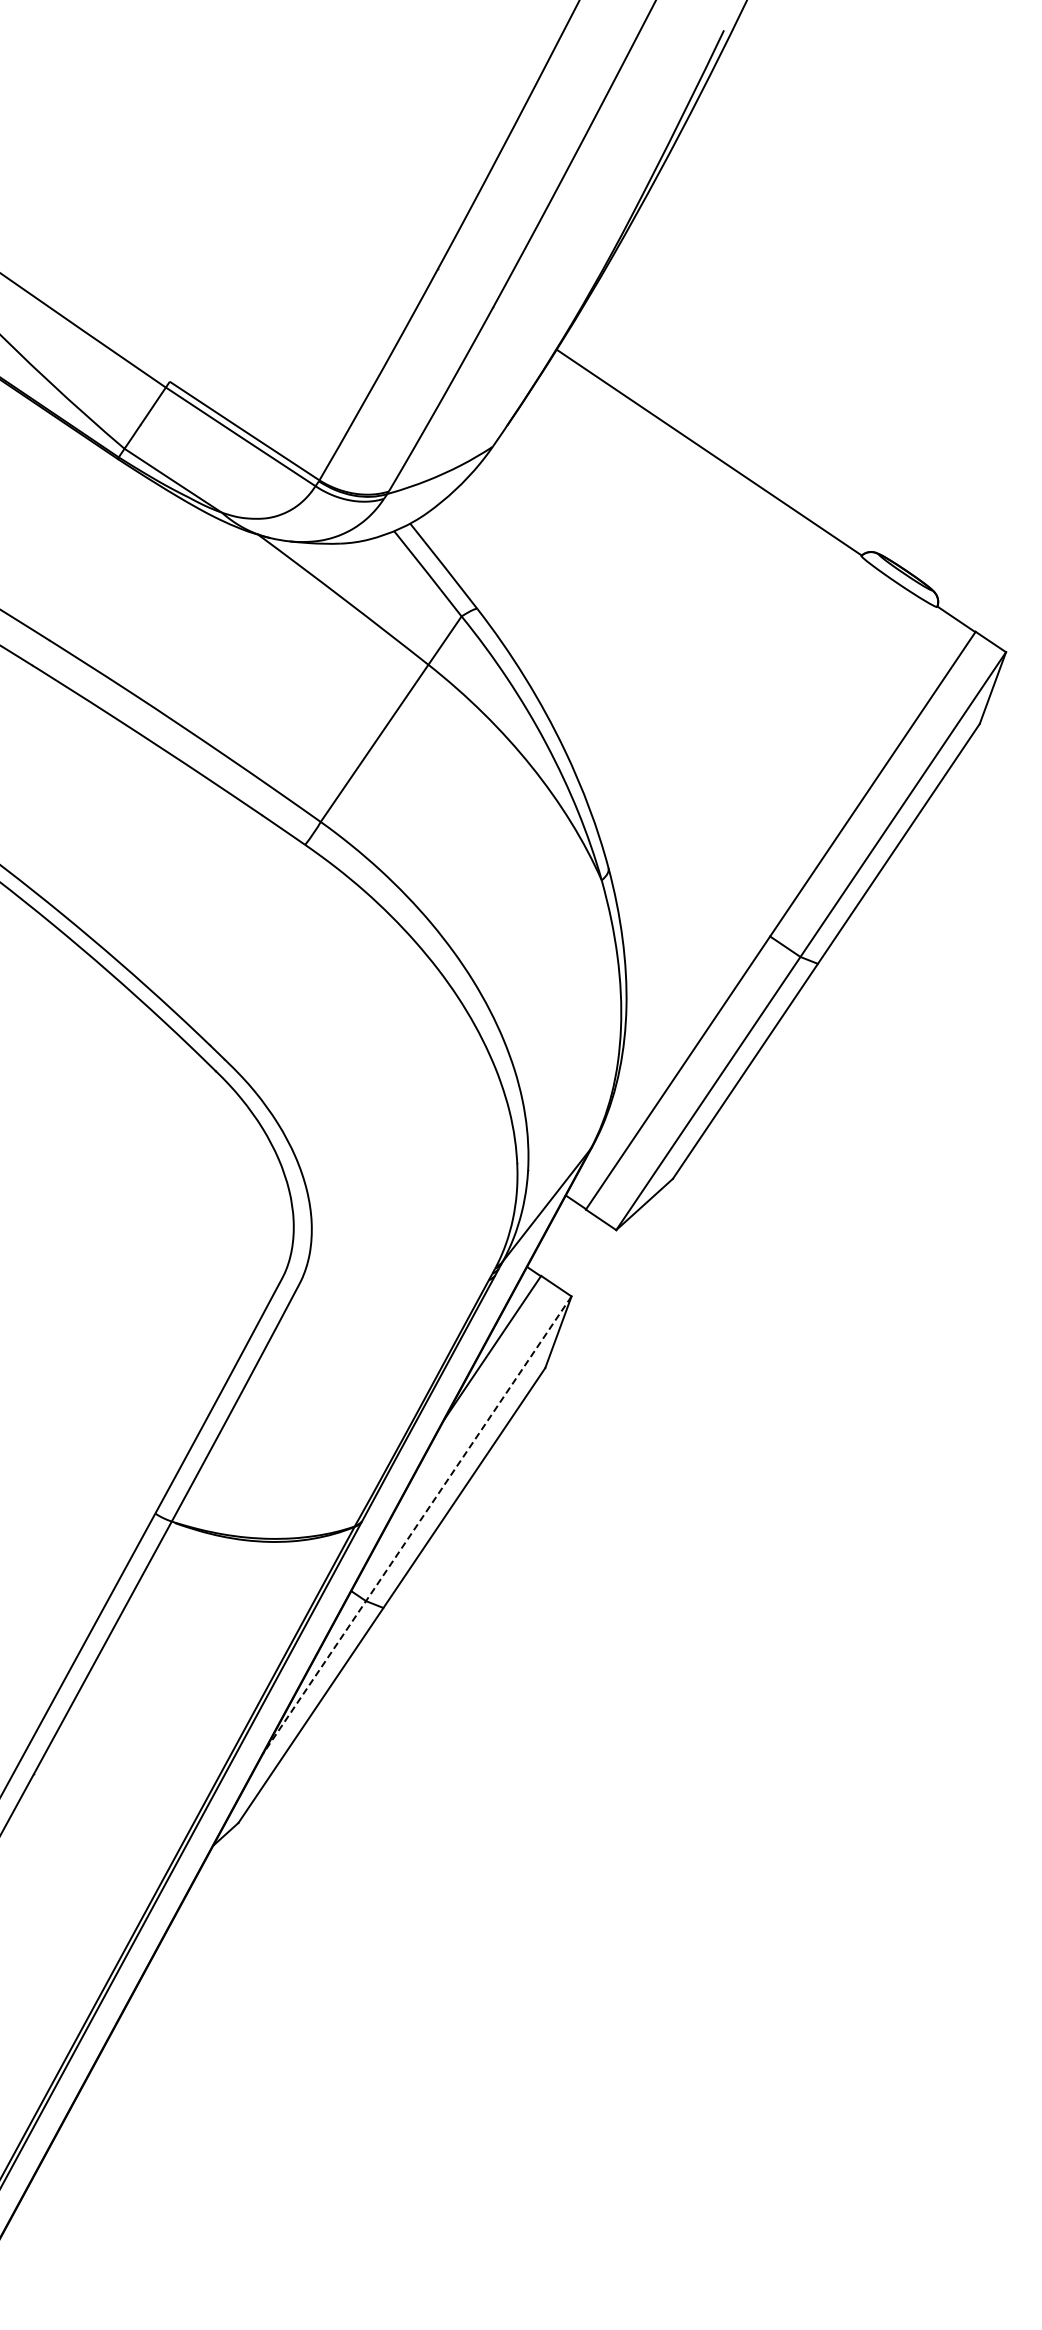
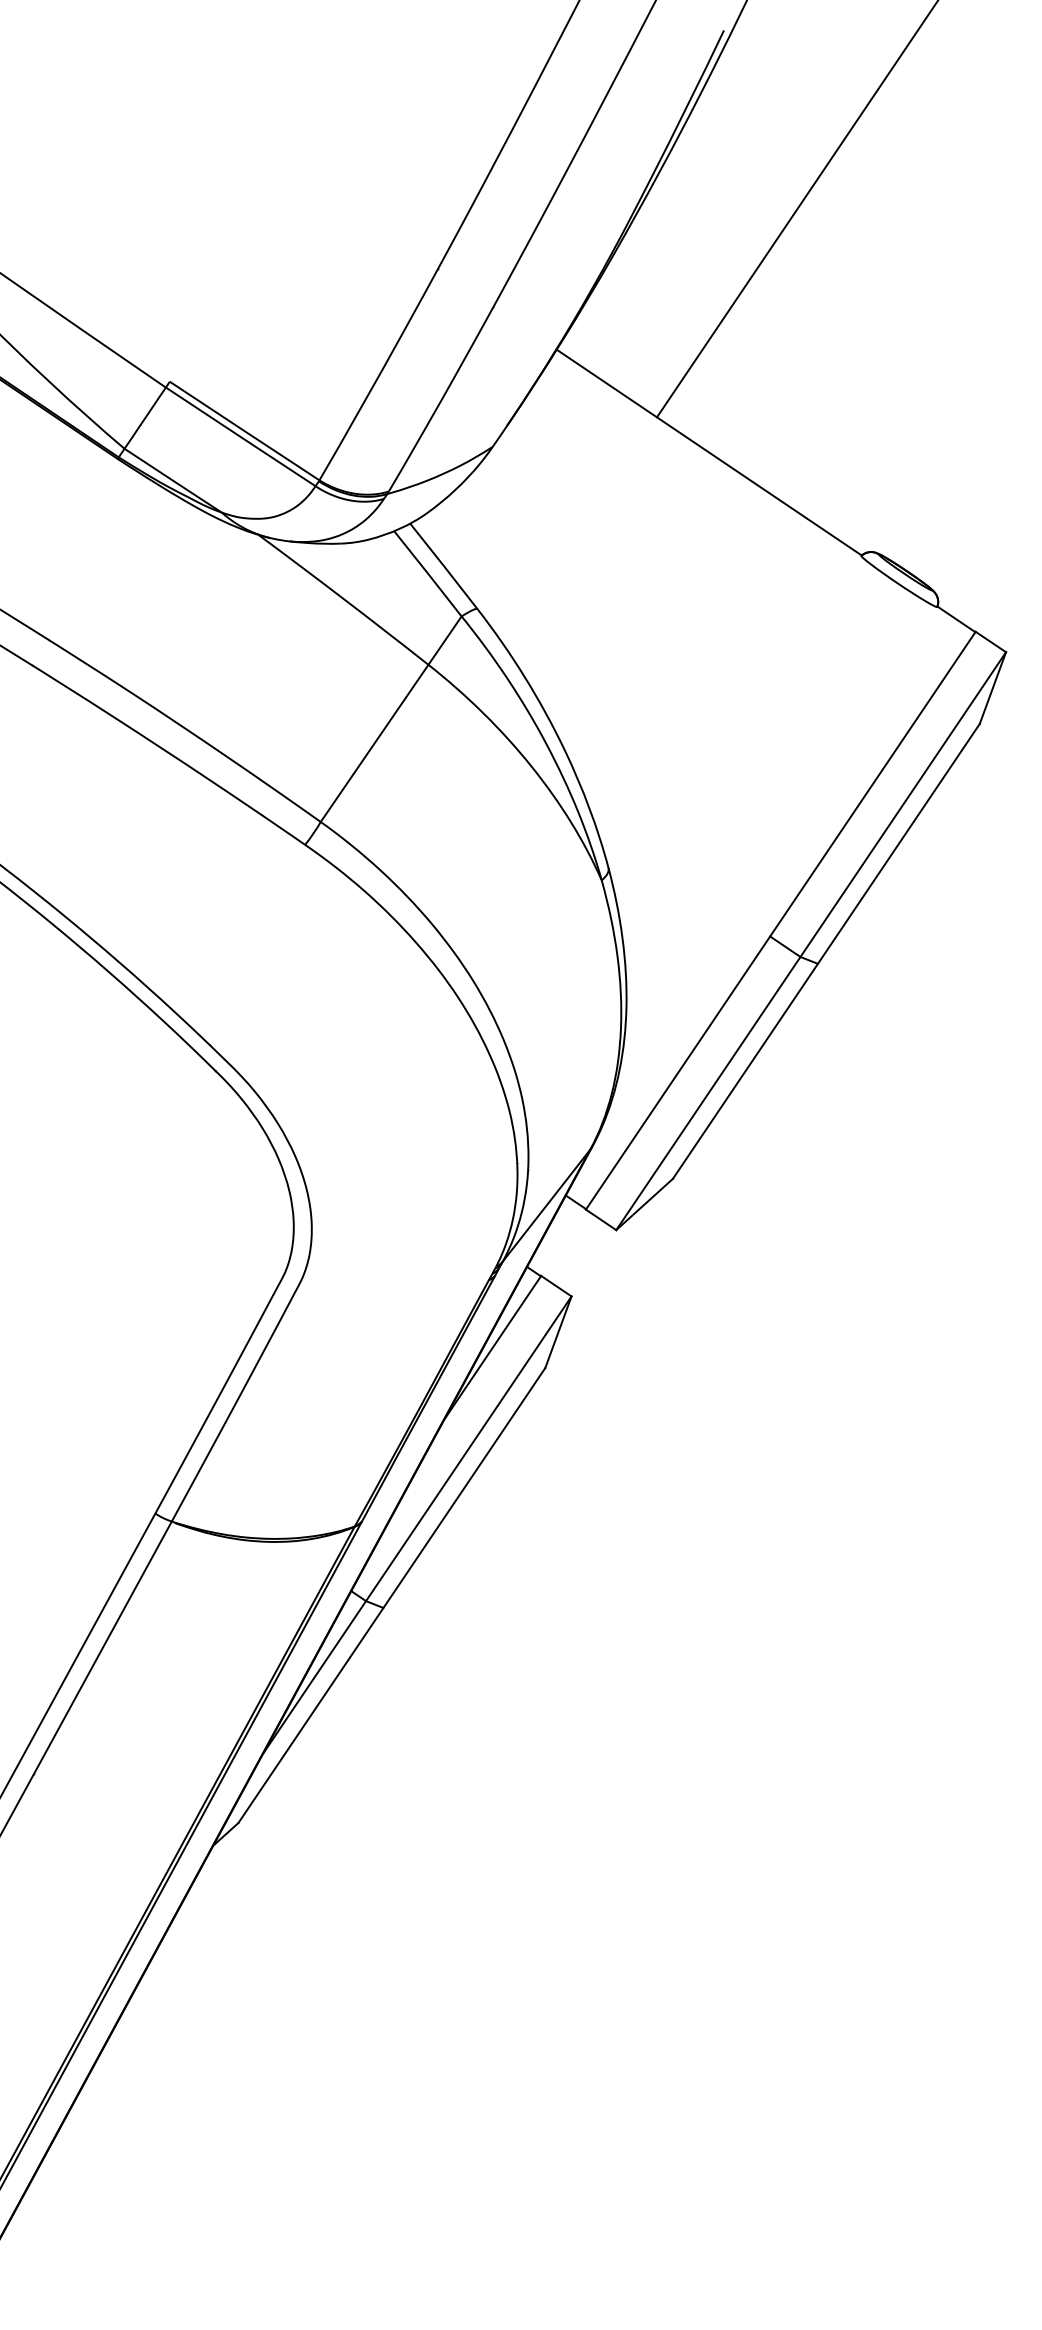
line at (796, 209): none -> present
line at (417, 1524): dashed -> solid
